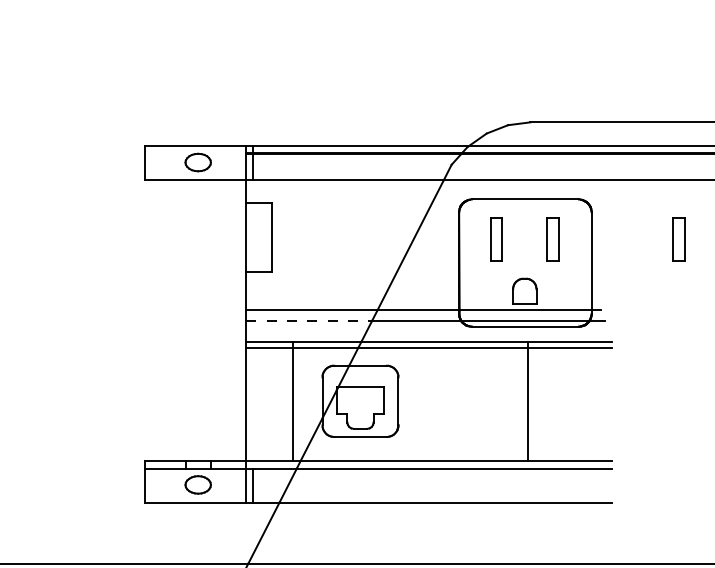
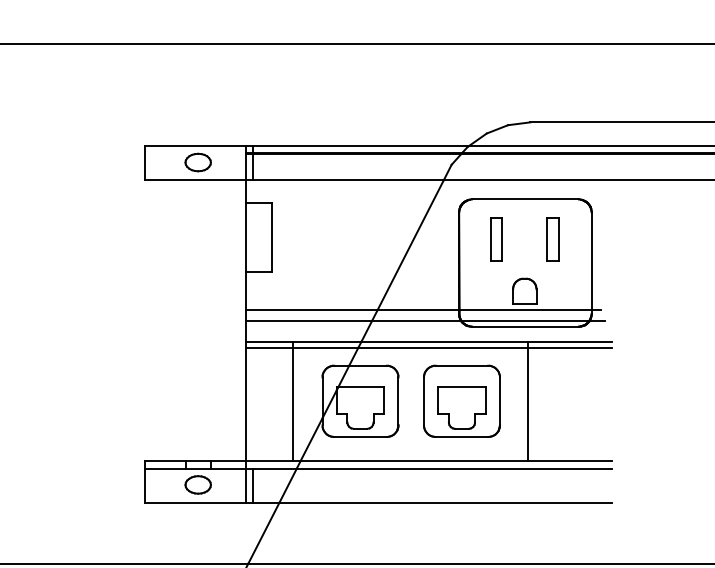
line at (356, 44): none -> present
part at (678, 239): present -> none
line at (309, 320): dashed -> solid
part at (461, 400): none -> present
